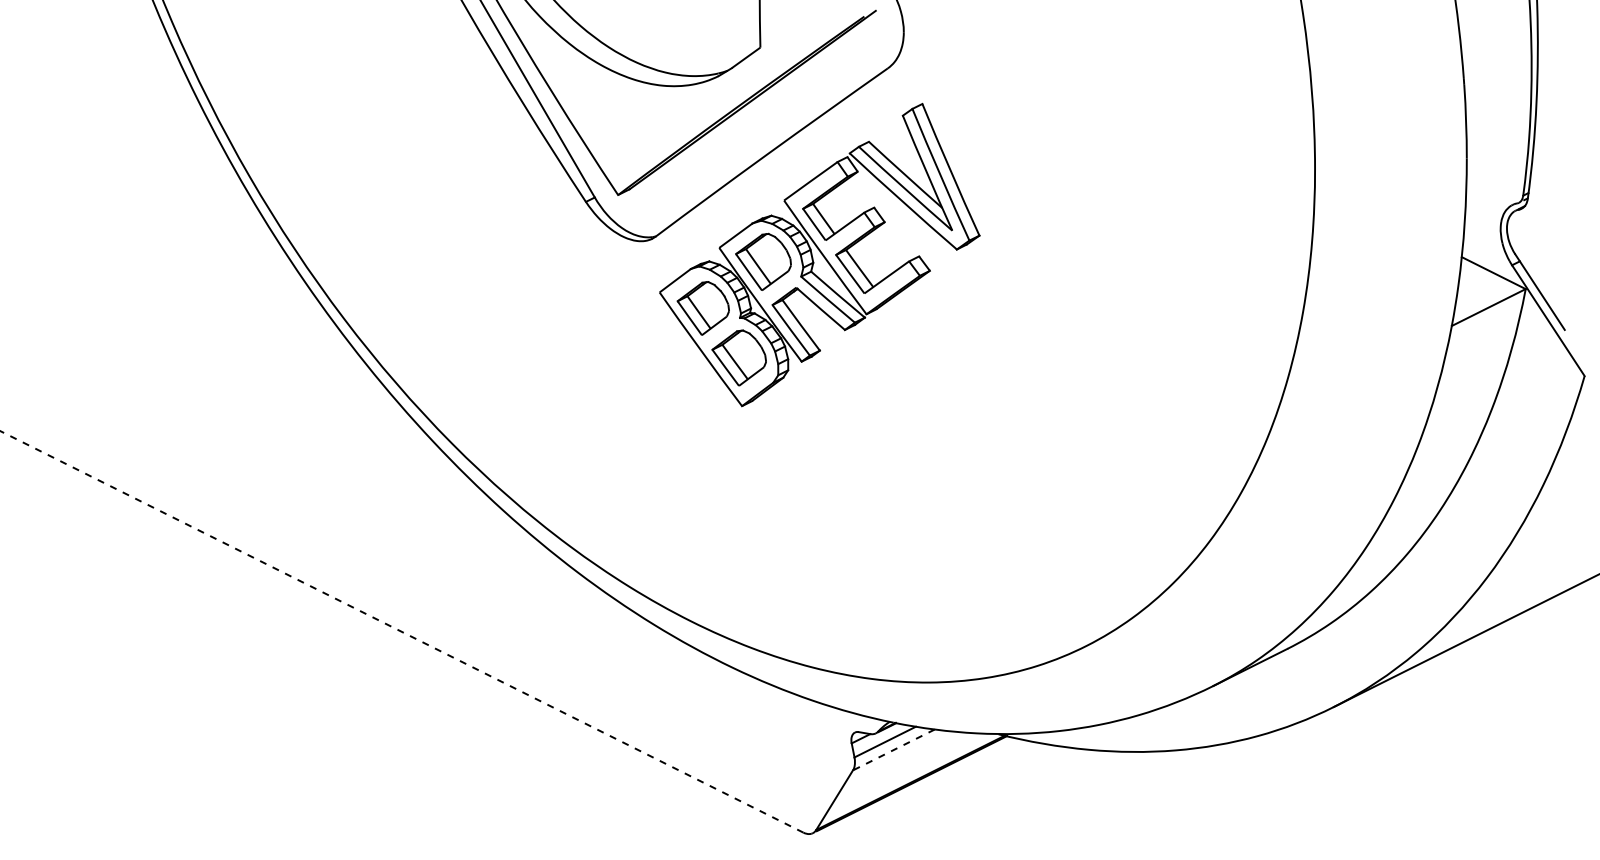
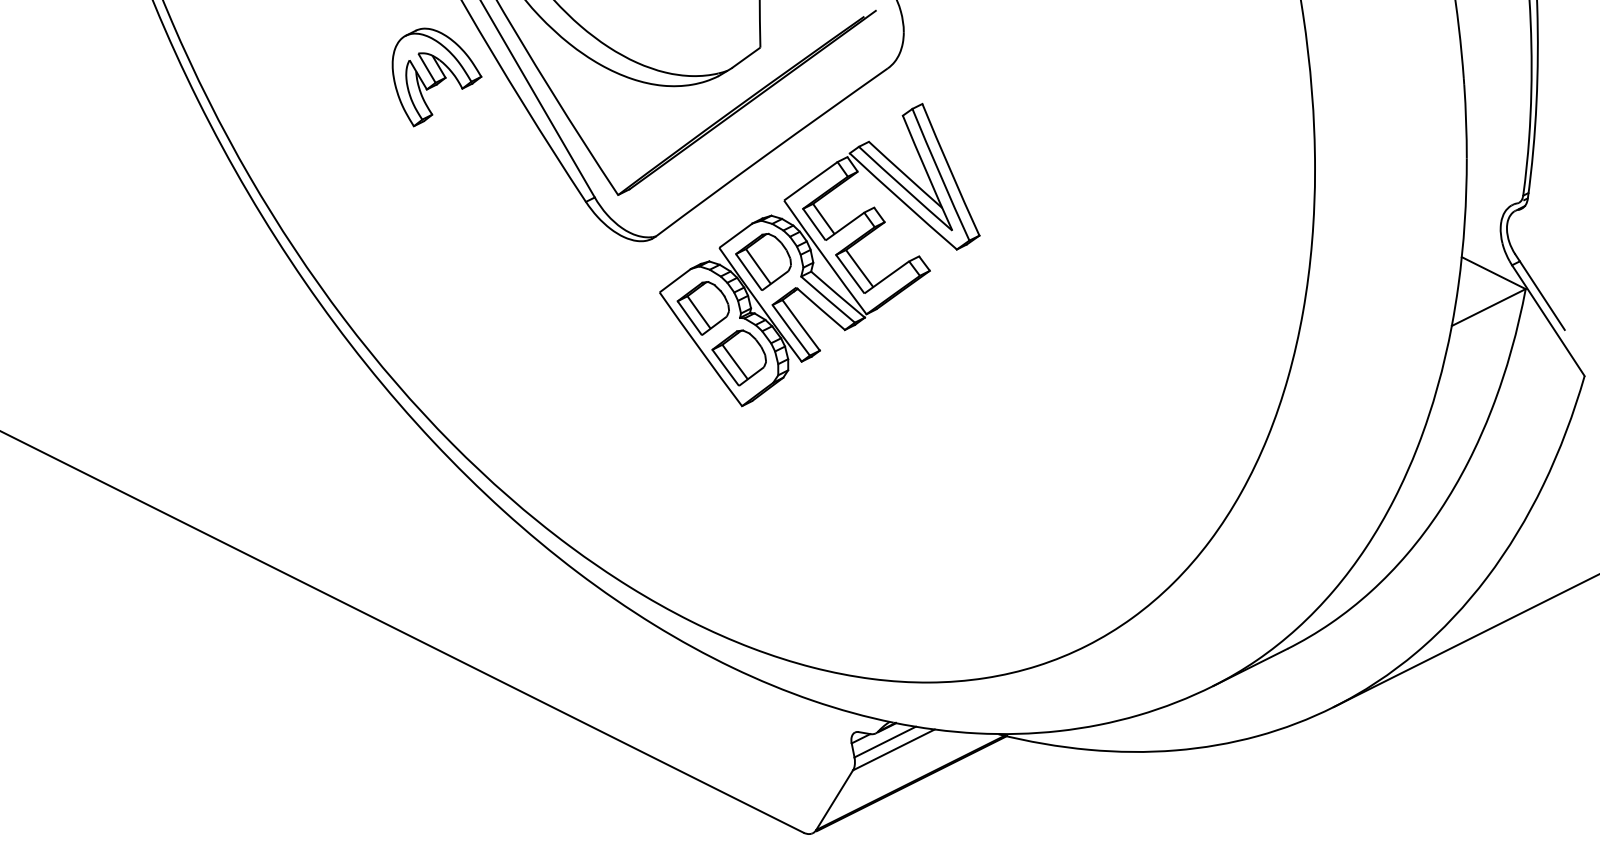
part at (436, 77): none -> present
line at (401, 631): dashed -> solid
line at (893, 749): dashed -> solid
